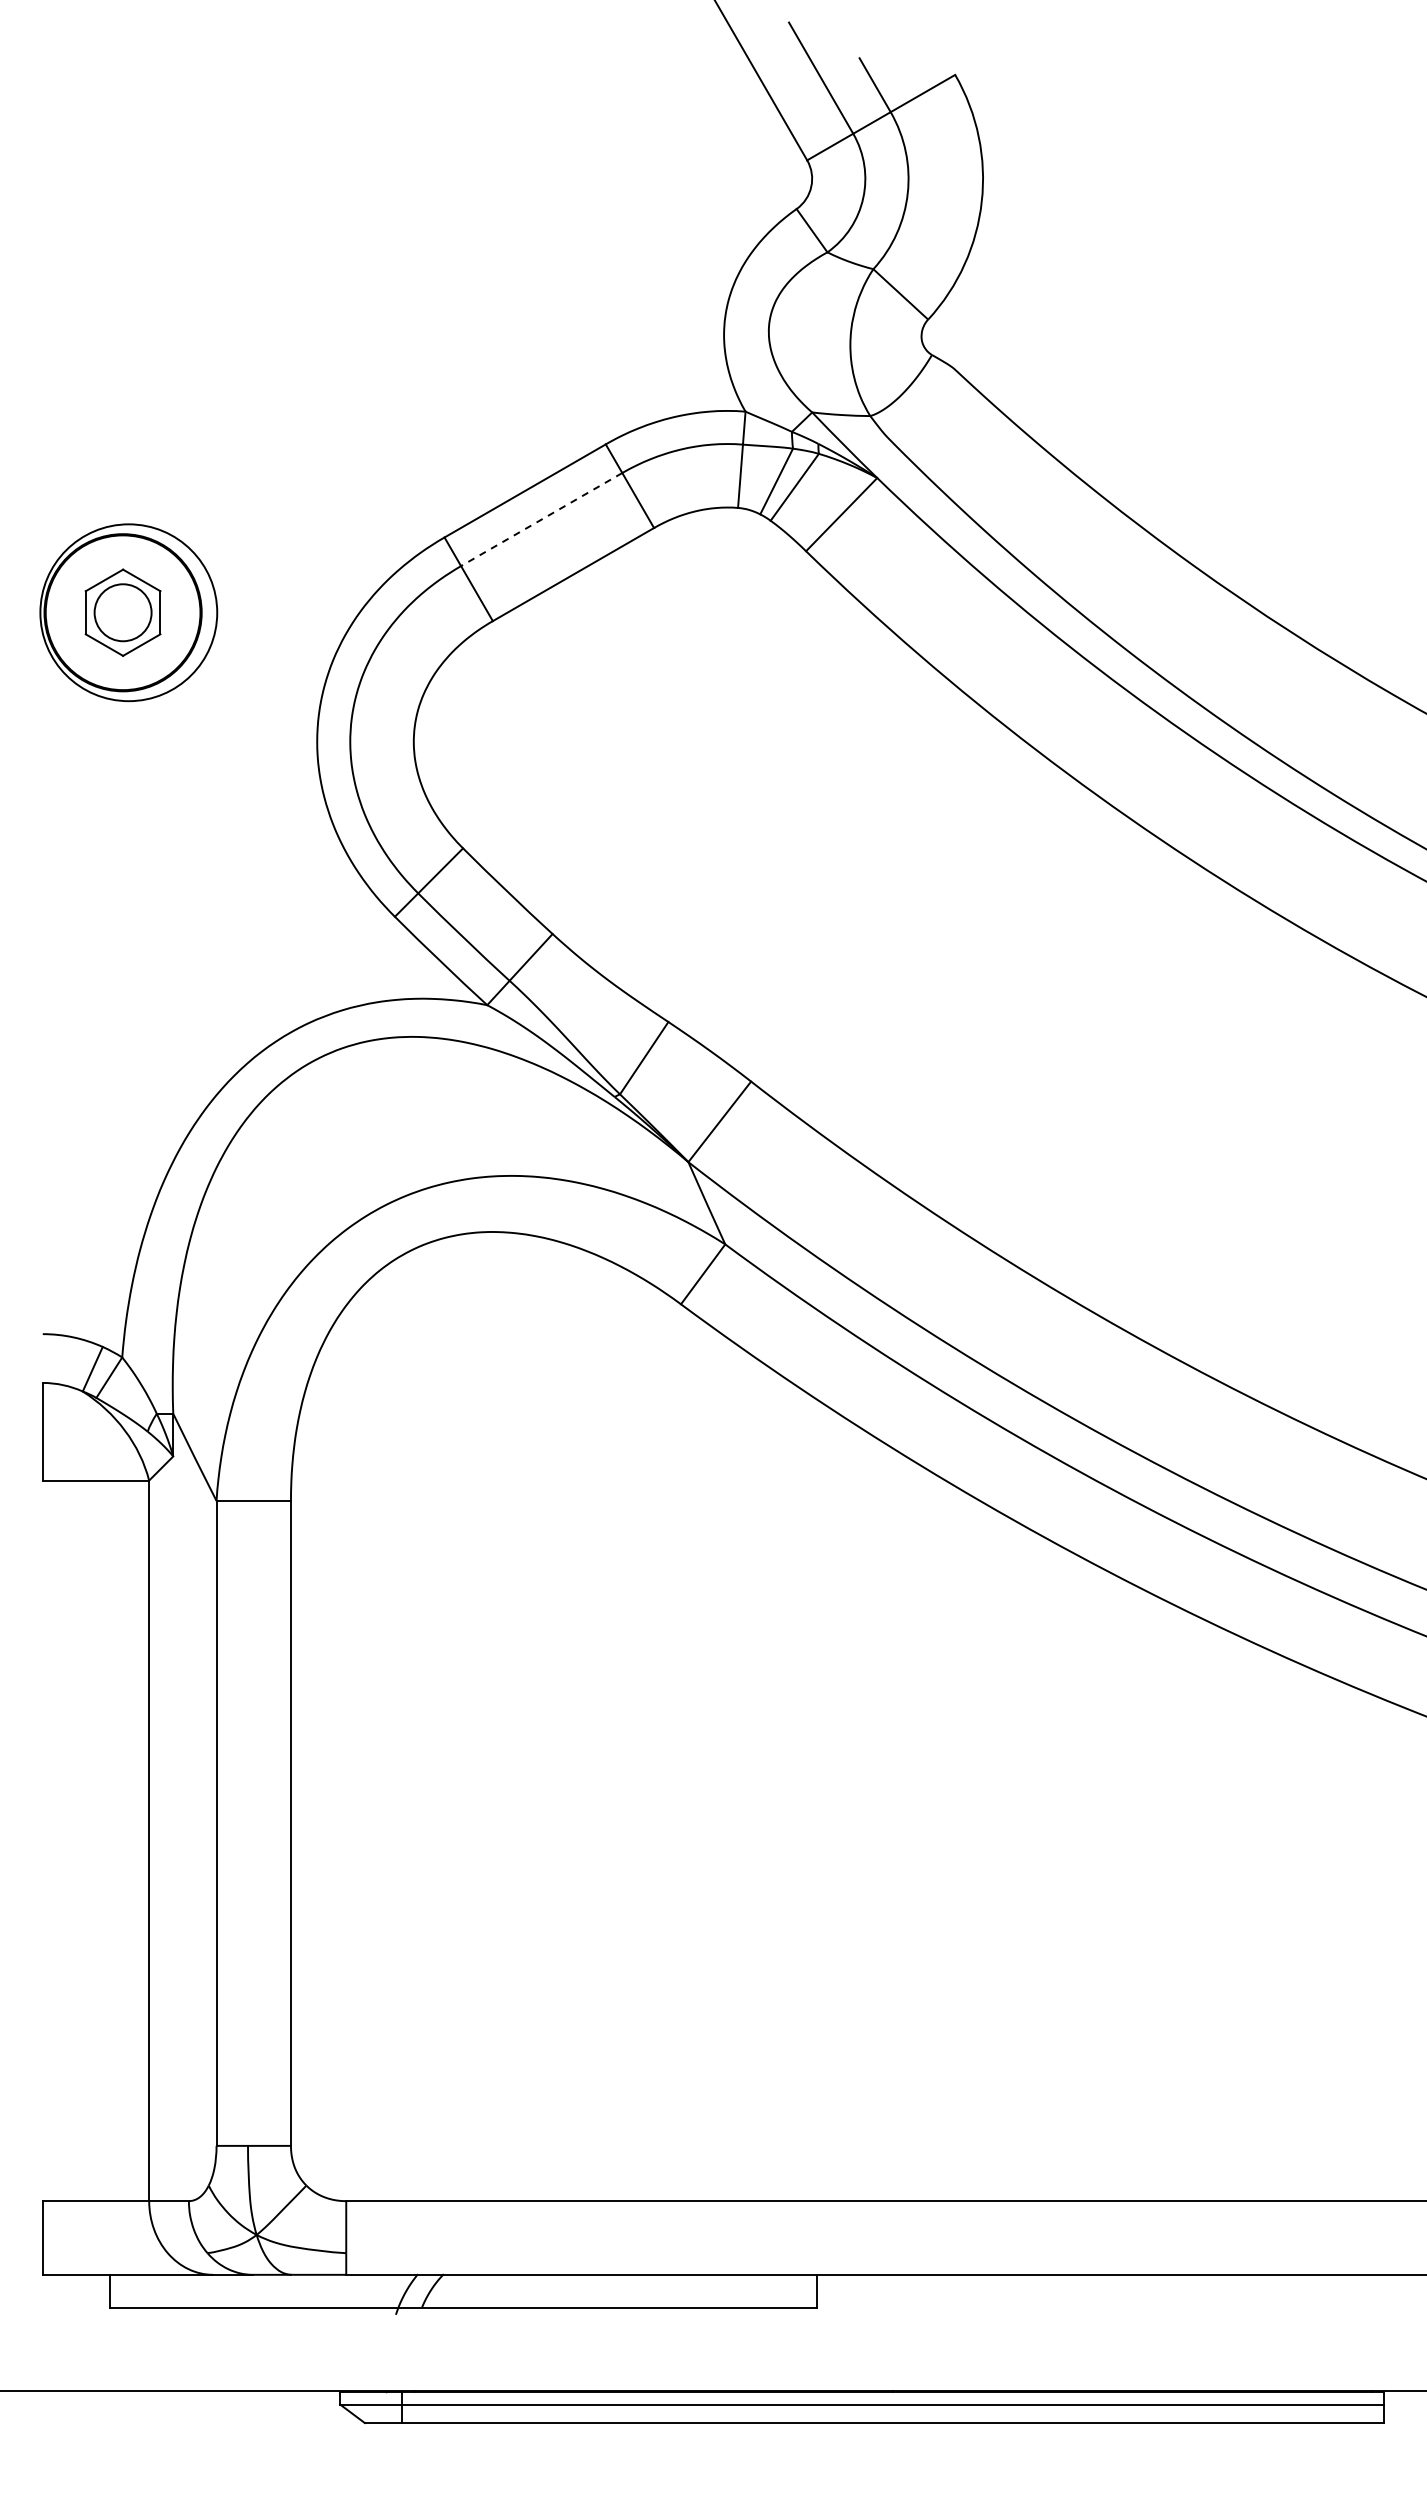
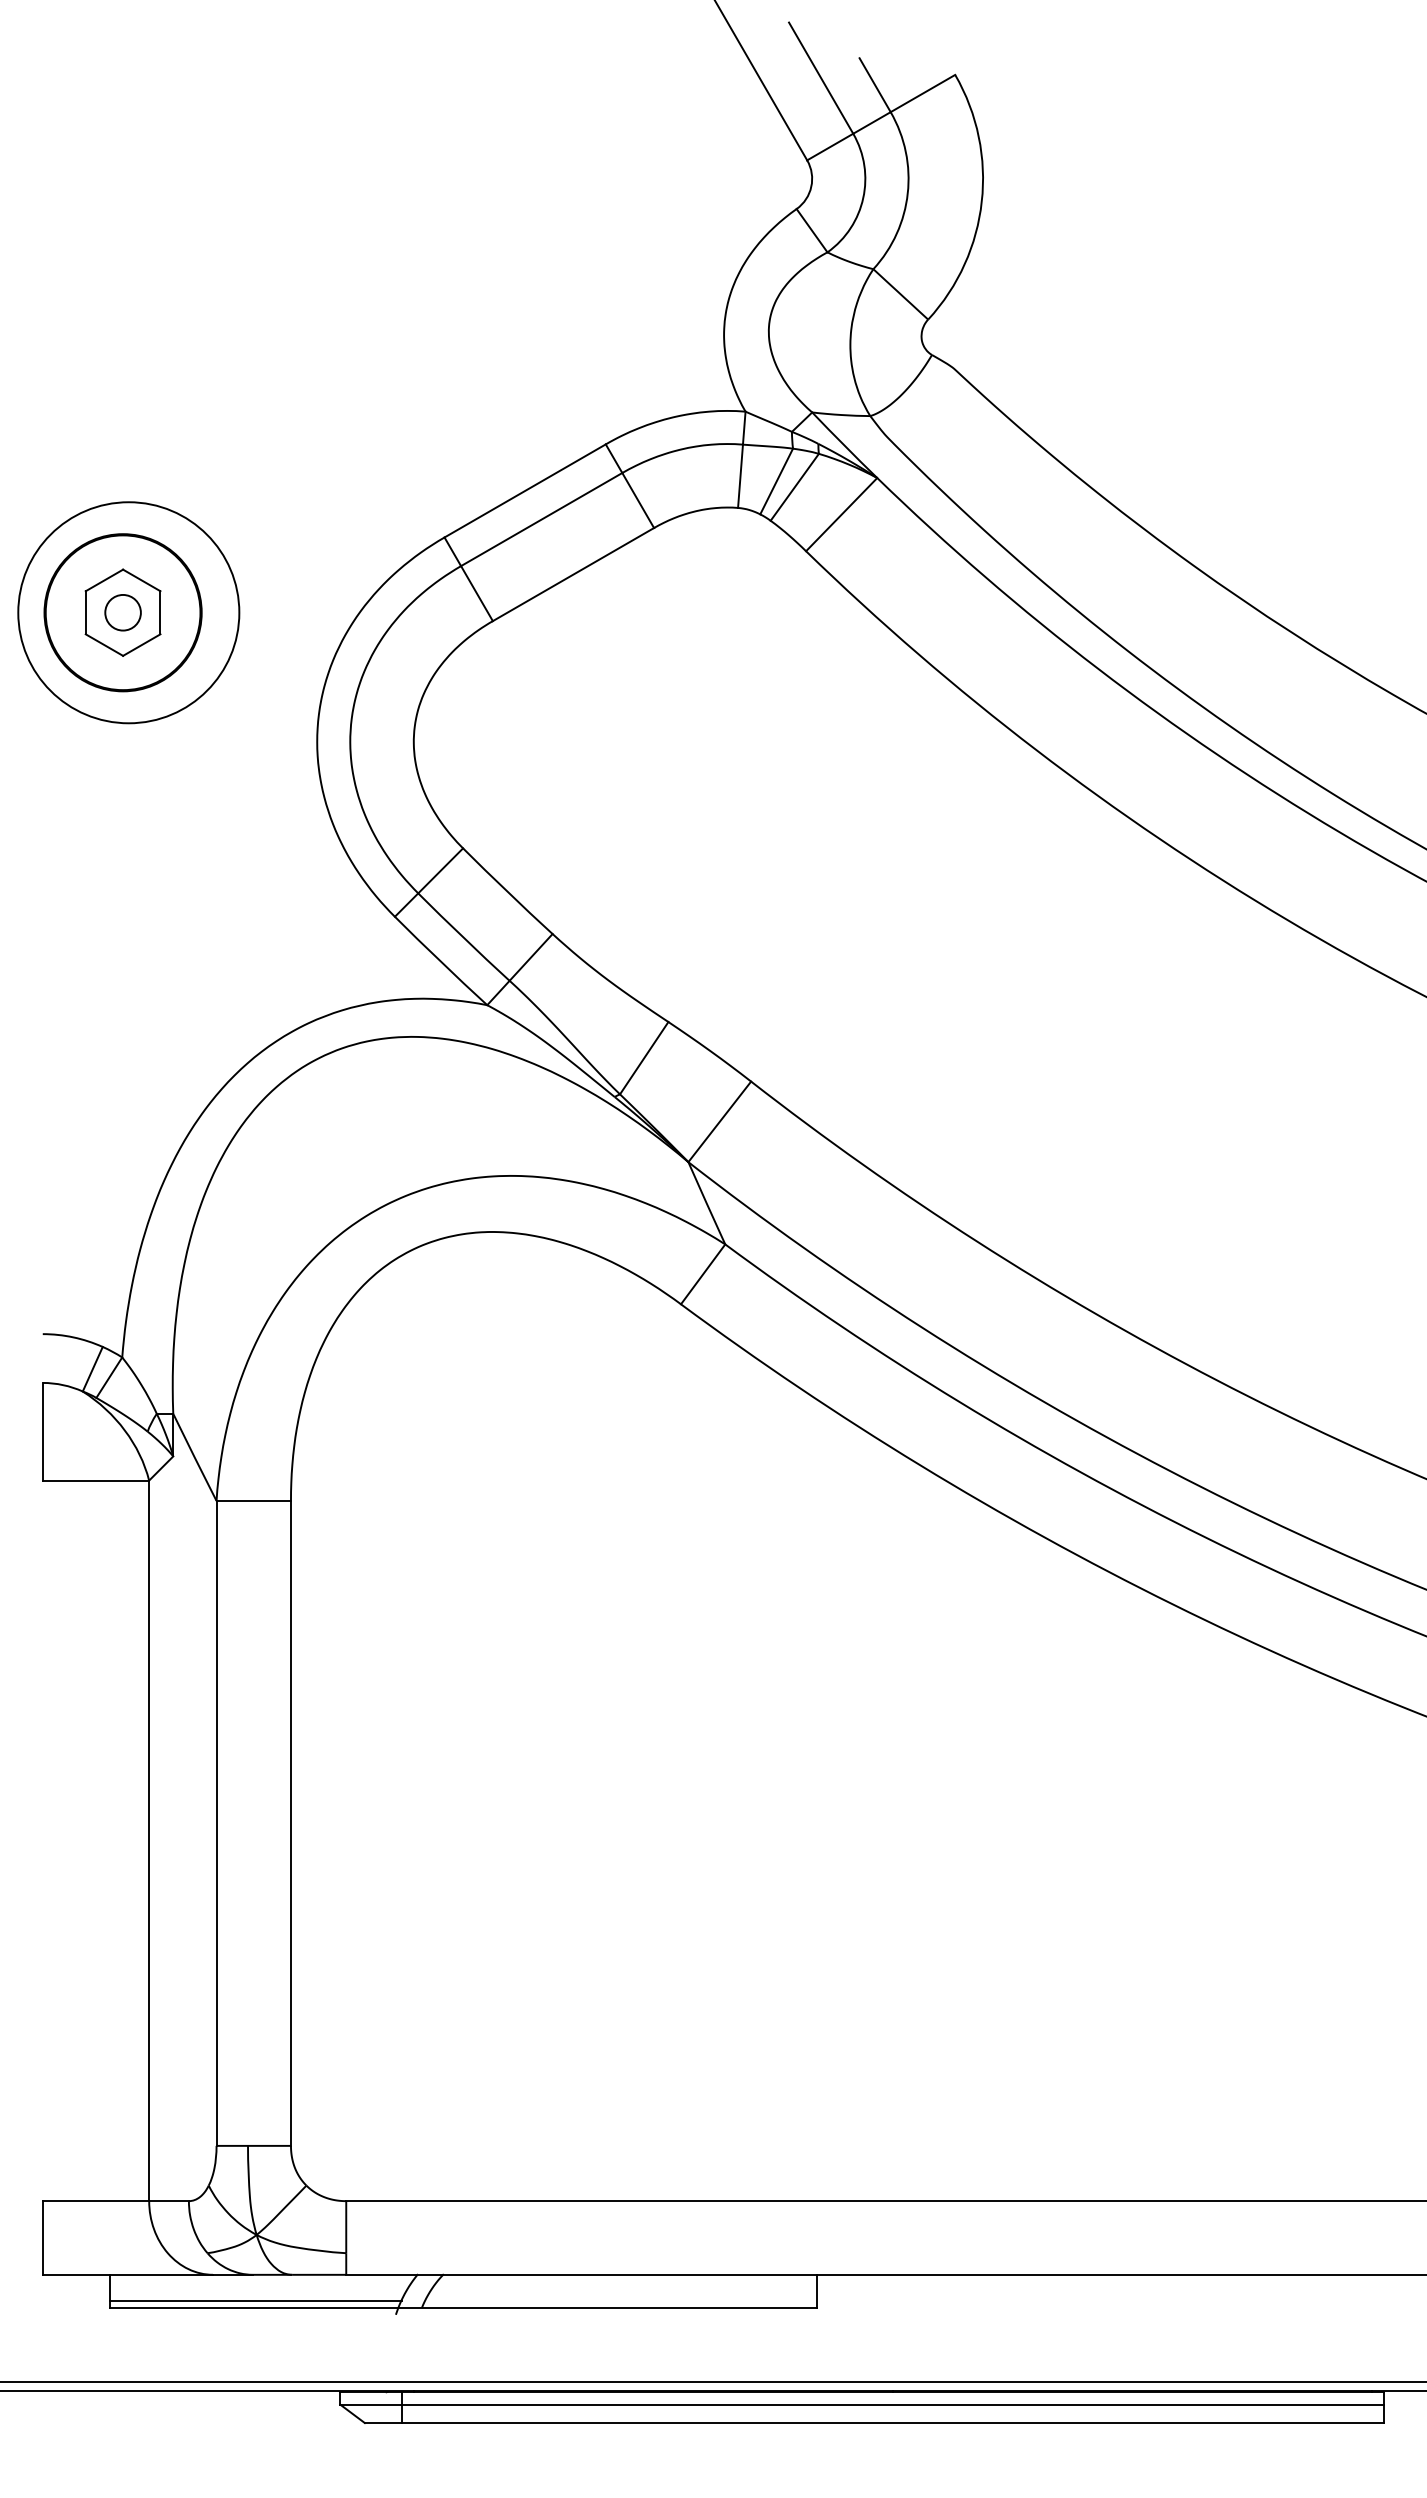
line at (541, 519): dashed -> solid
circle at (122, 612) diameter: 57 px -> 36 px
circle at (128, 612) diameter: 177 px -> 221 px
line at (255, 2300): none -> present
line at (712, 2381): none -> present
